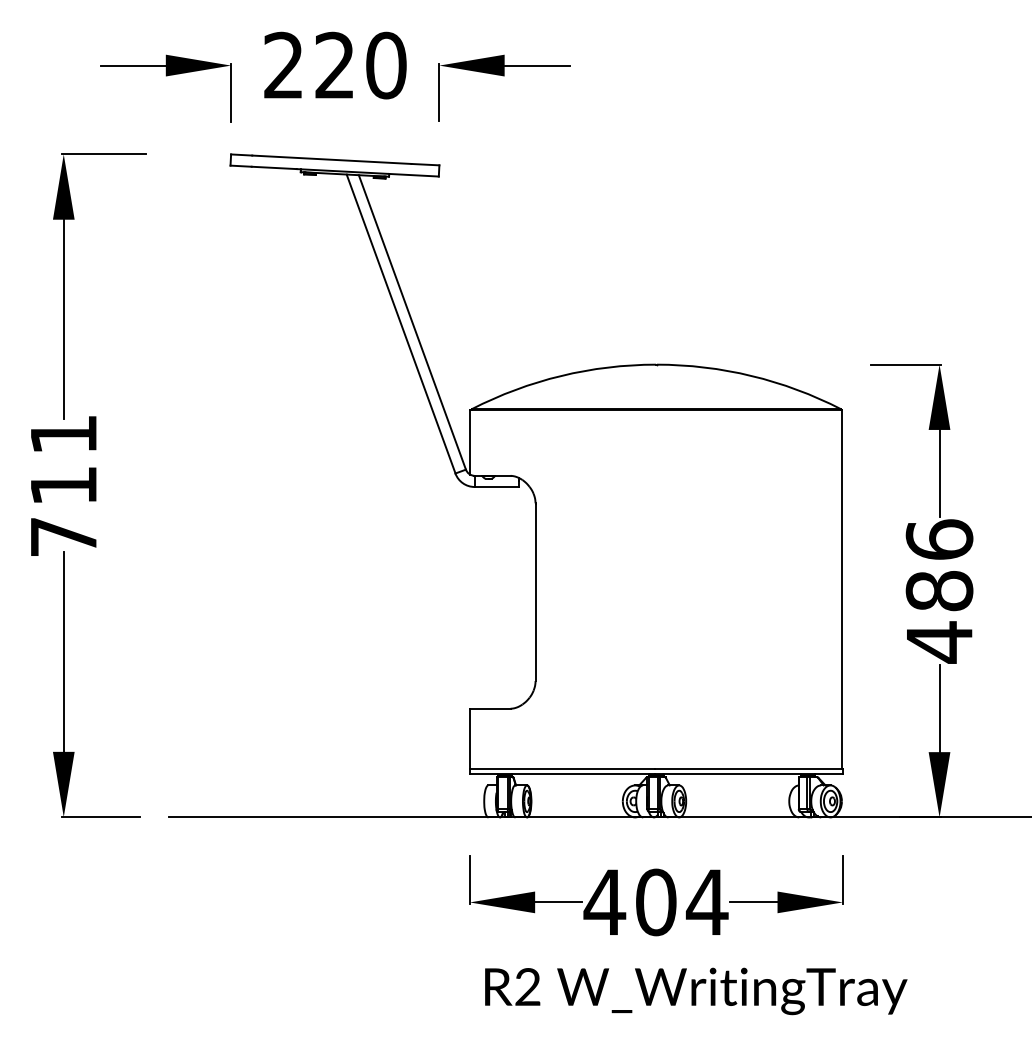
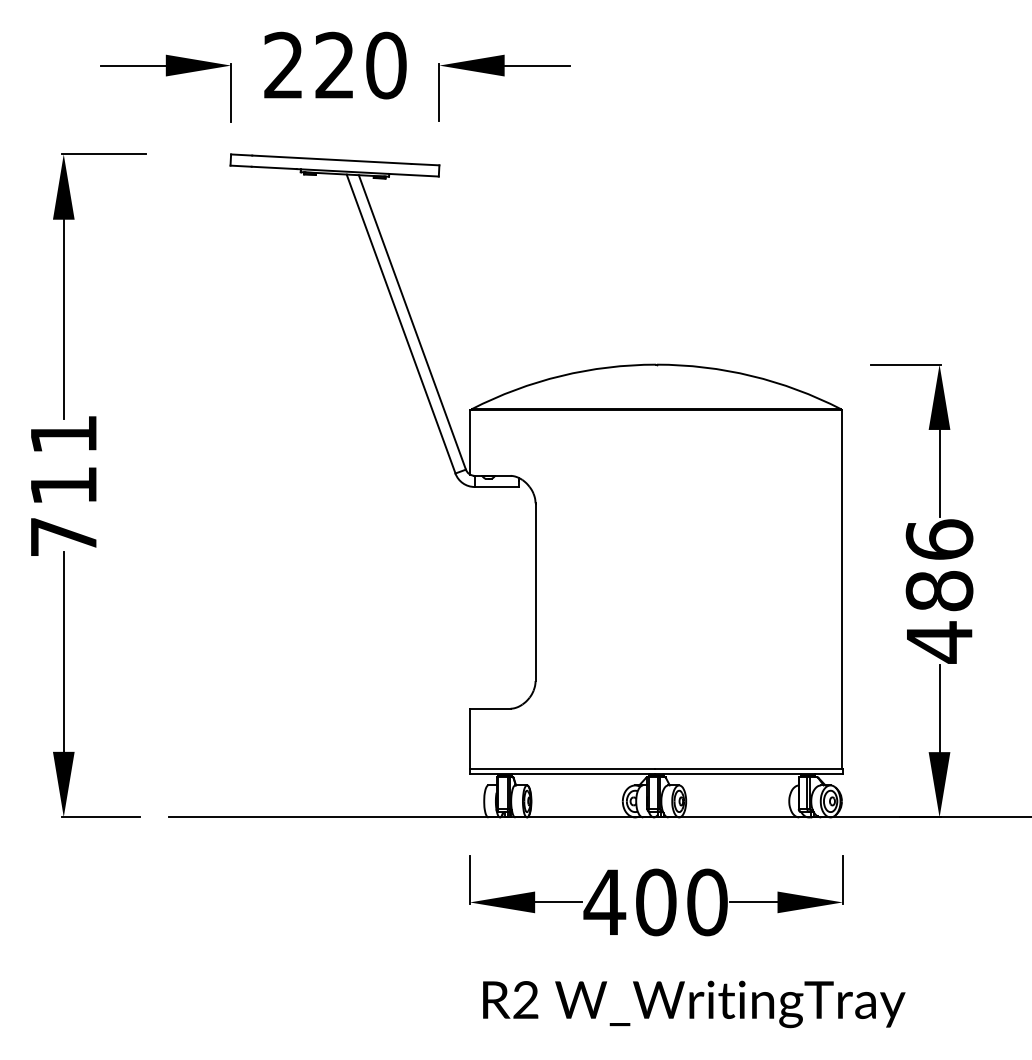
text at (706, 902): 404 -> 400
text at (696, 991) position: (696, 991) -> (694, 1004)
